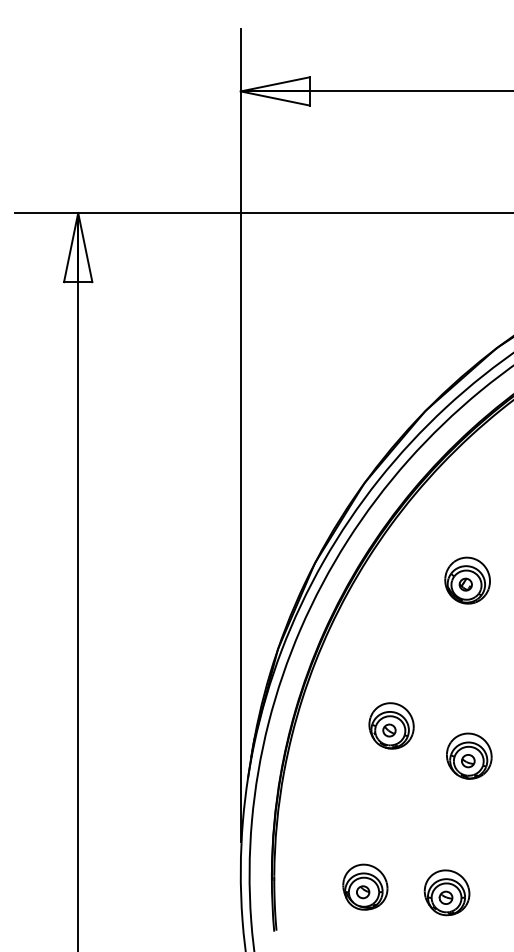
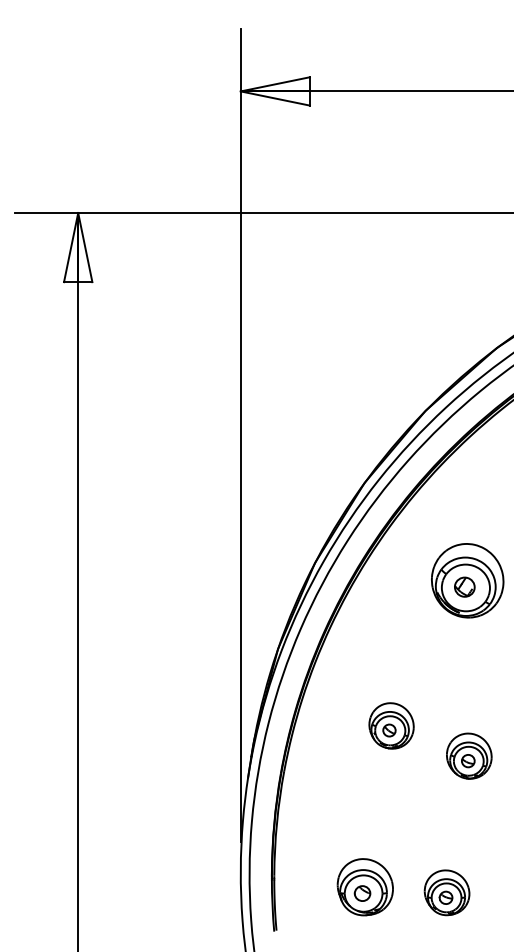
part at (467, 580) size: 47x49 px -> 74x76 px
part at (365, 886) size: 47x48 px -> 58x59 px
